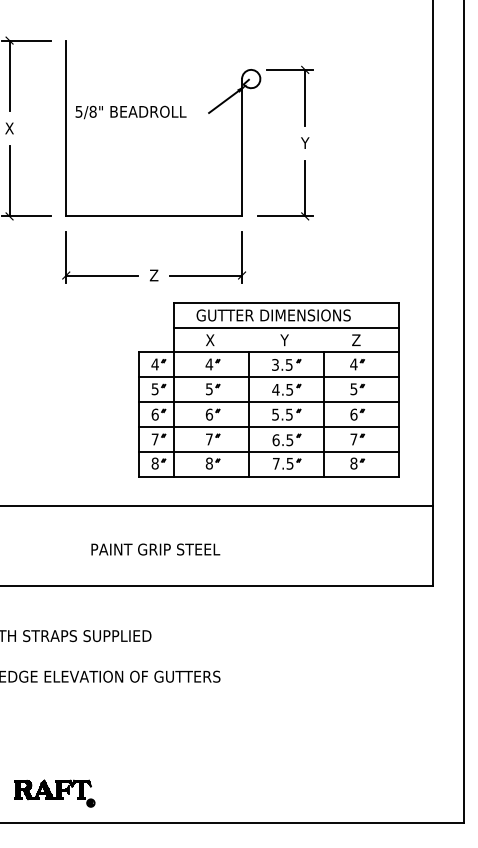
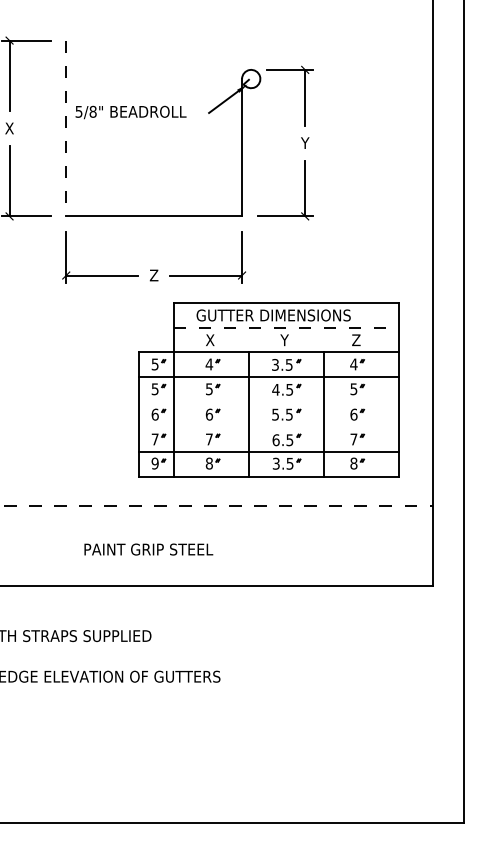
line at (66, 128): solid -> dashed
line at (286, 327): solid -> dashed
text at (154, 364): 4 -> 5
line at (268, 402): present -> none
line at (268, 426): present -> none
text at (154, 463): 8 -> 9
text at (275, 463): 7.5 -> 3.5
line at (216, 506): solid -> dashed
text at (155, 549) position: (155, 549) -> (148, 549)
part at (54, 793): present -> none
